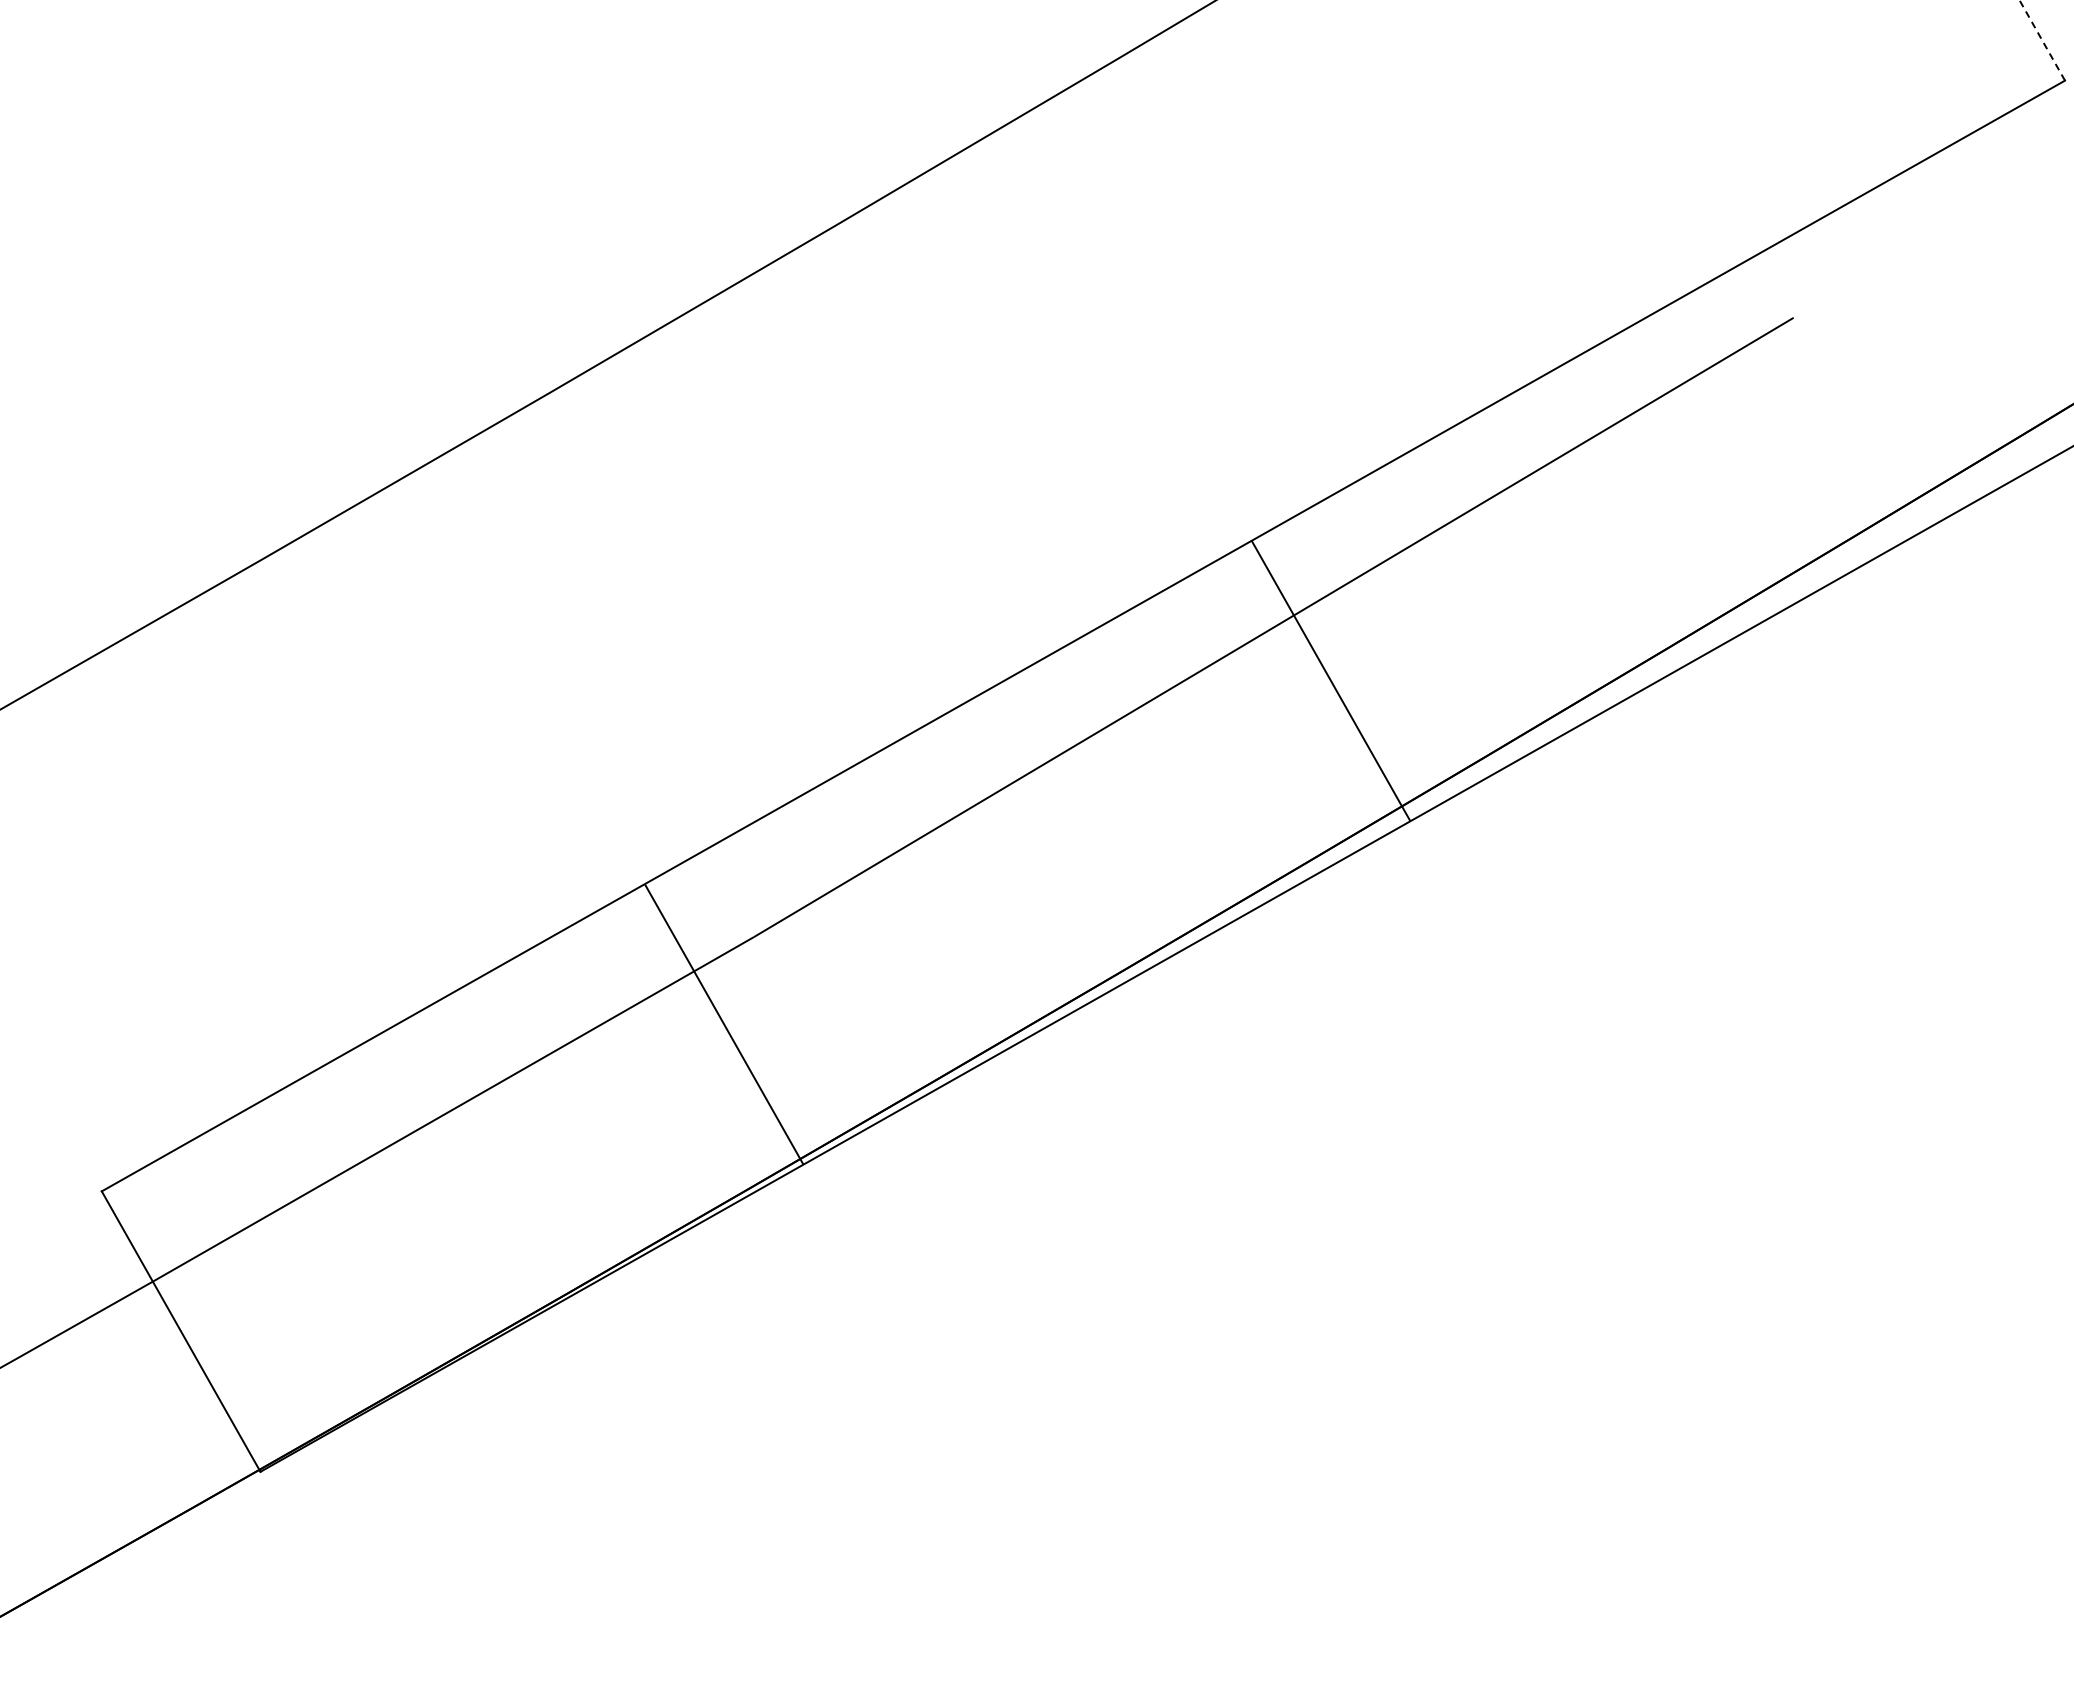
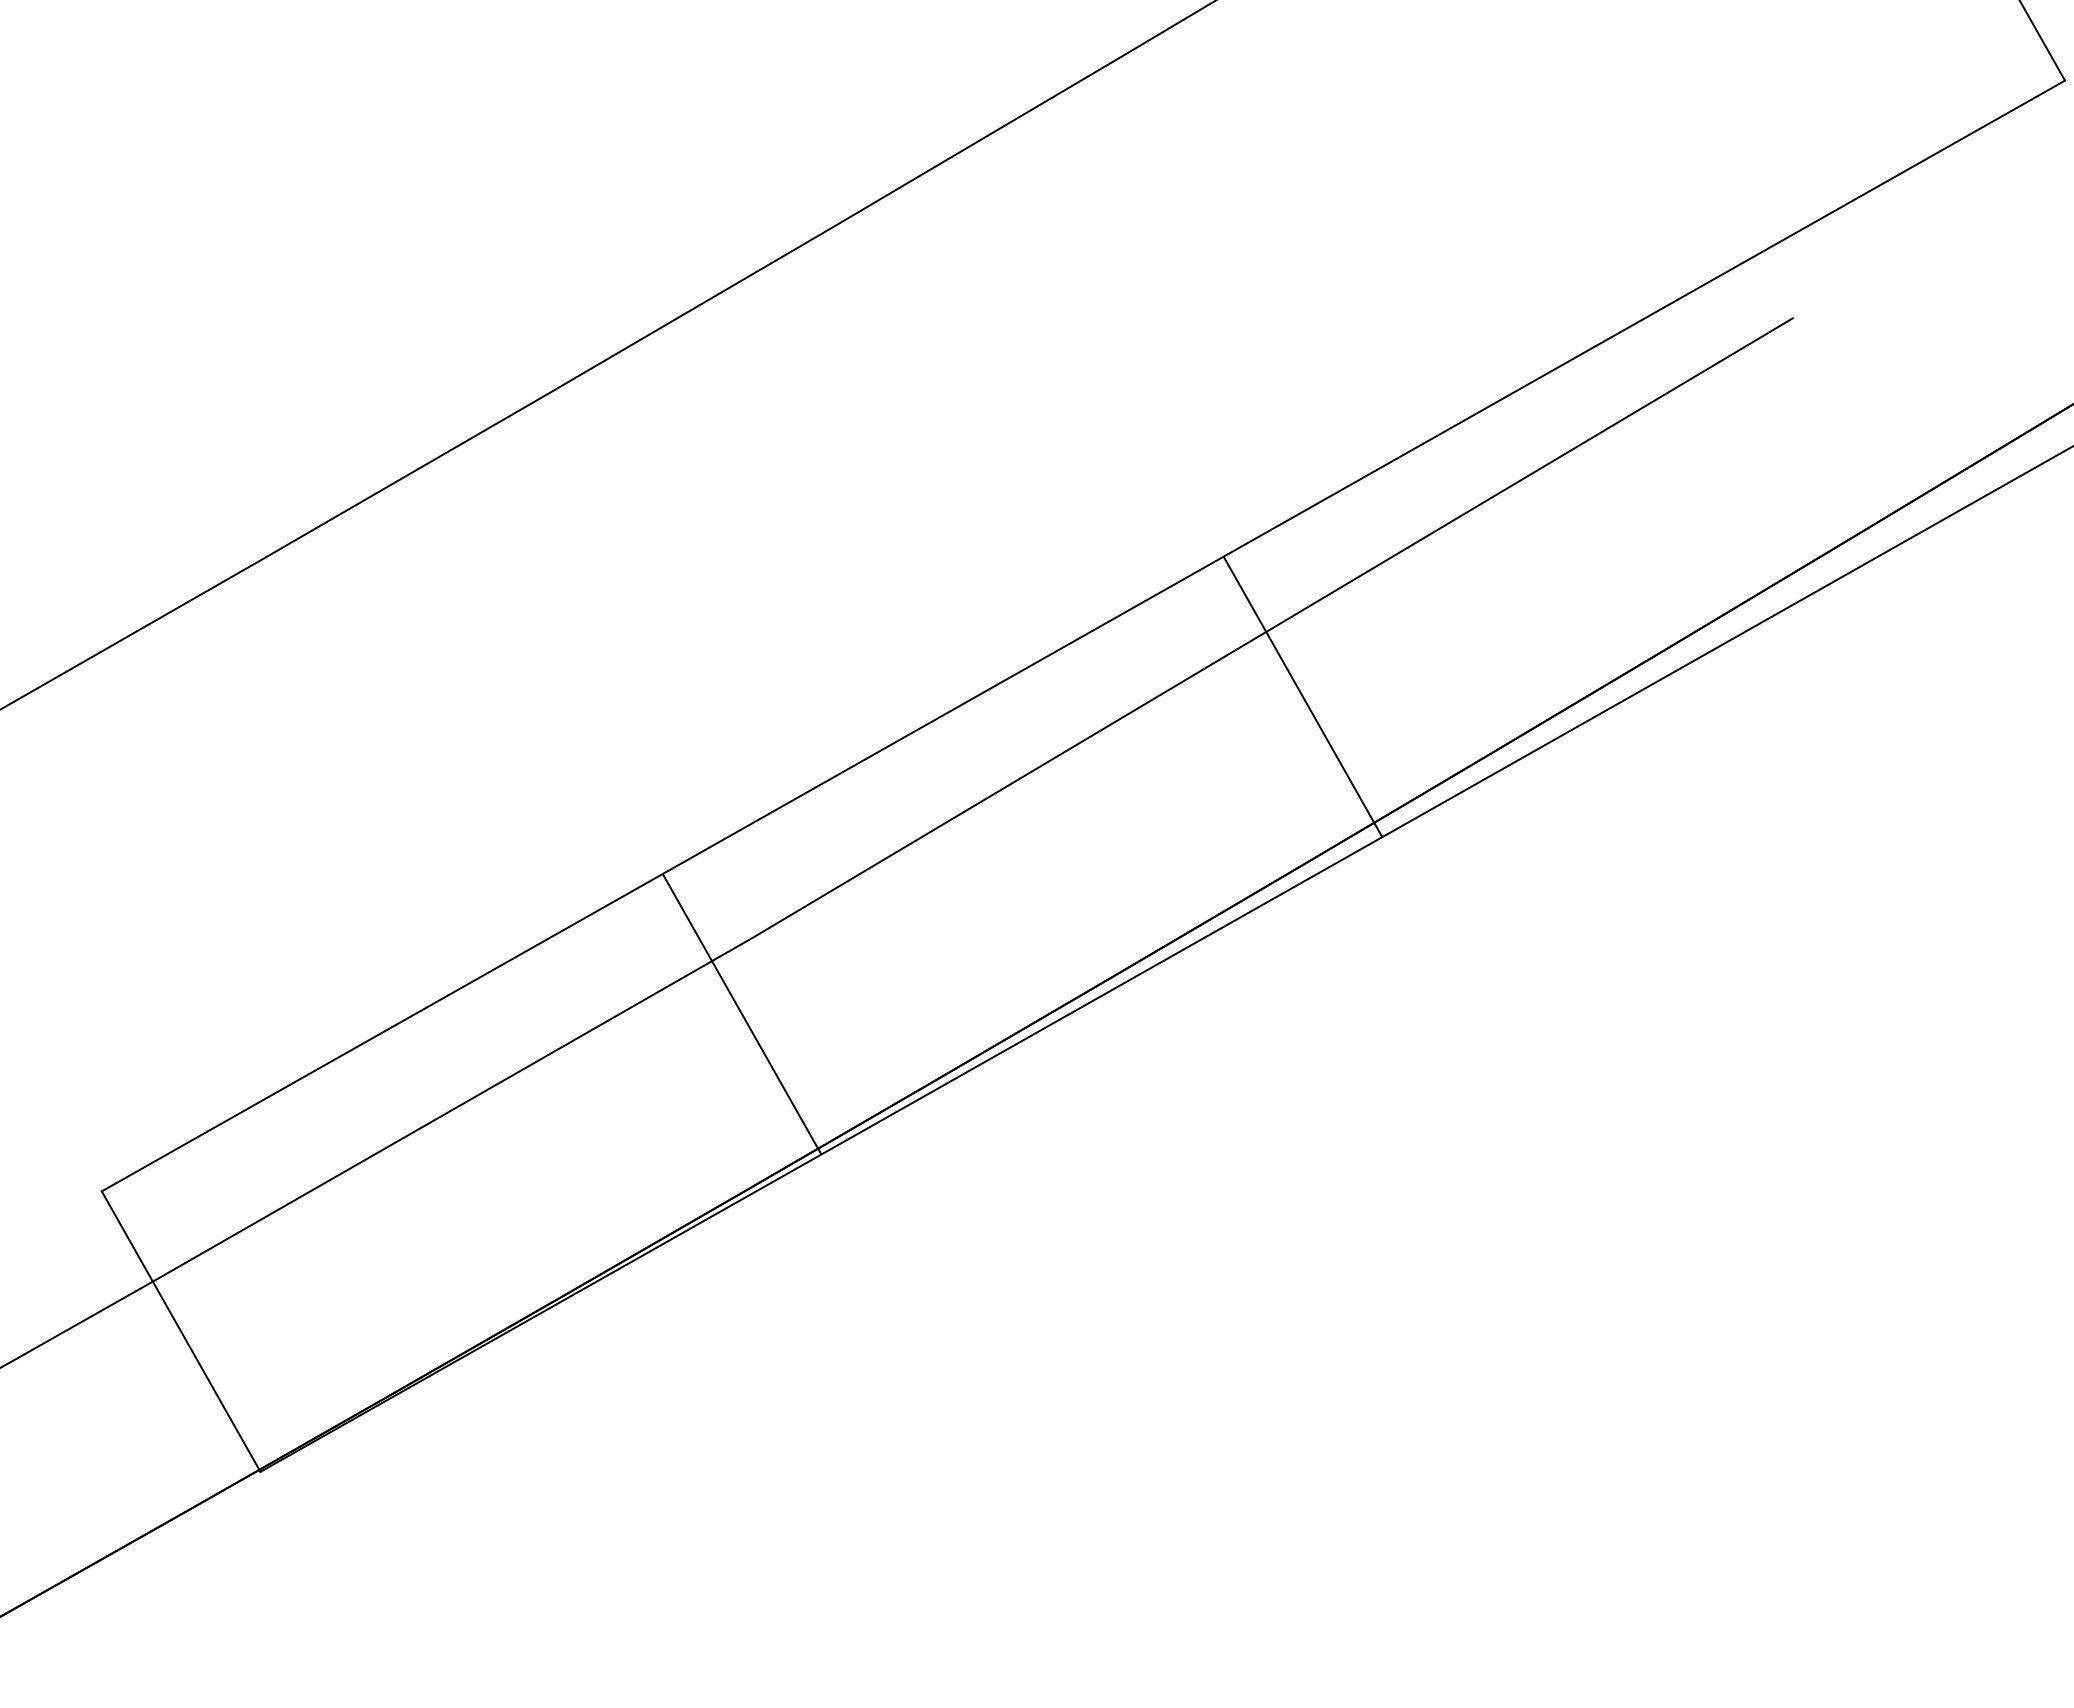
line at (2042, 40): dashed -> solid
line at (1330, 680) position: (1330, 680) -> (1302, 696)
line at (723, 1024) position: (723, 1024) -> (741, 1014)
